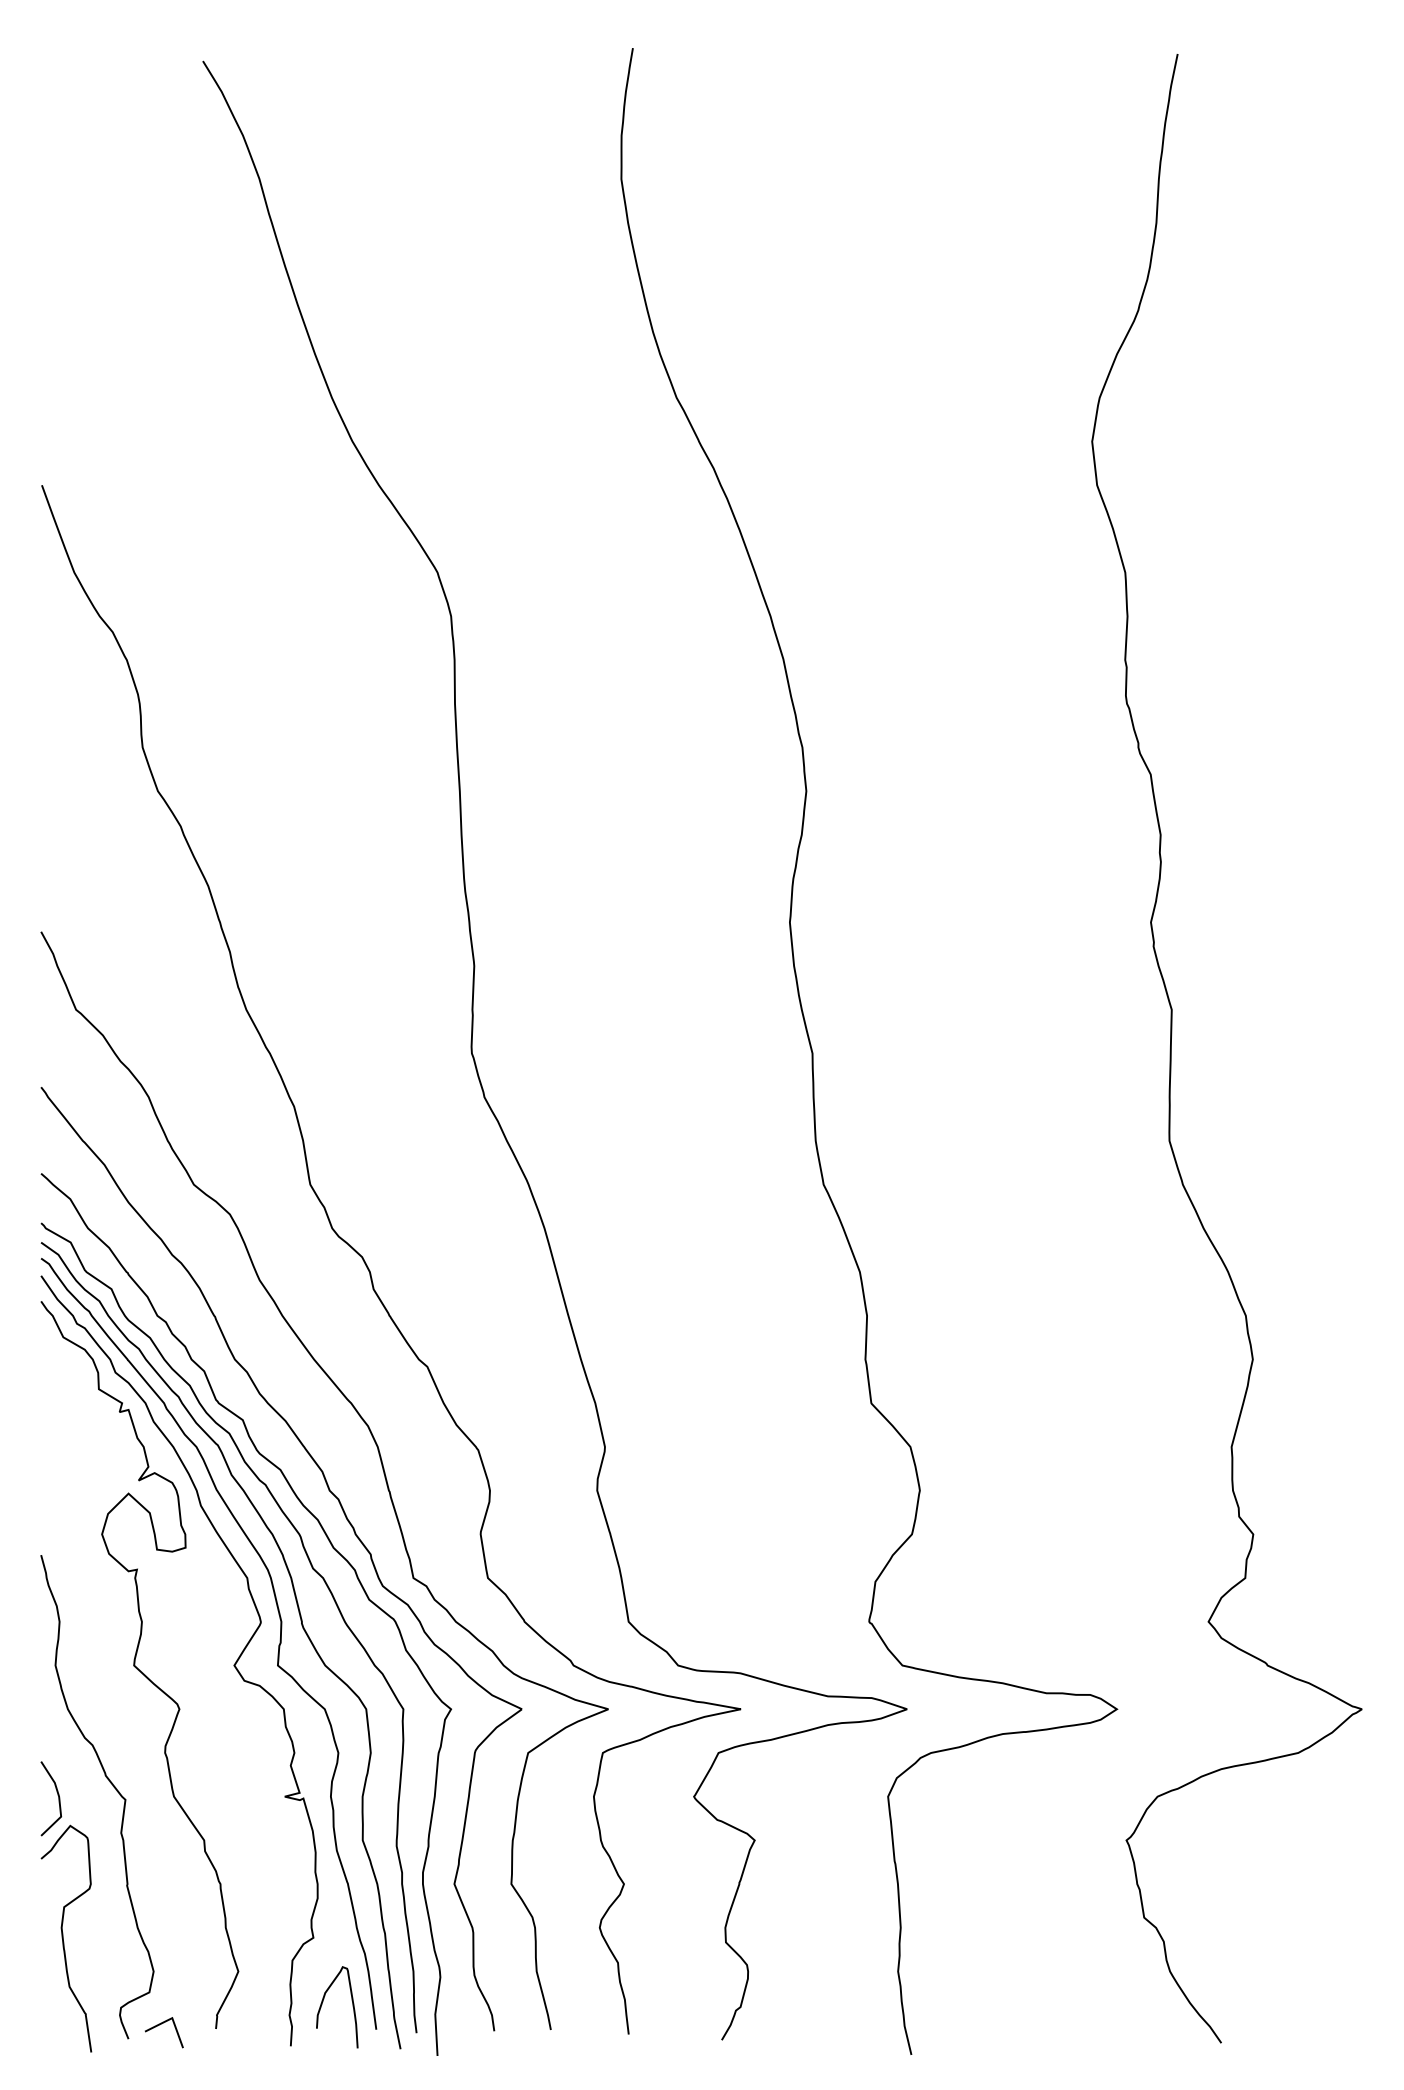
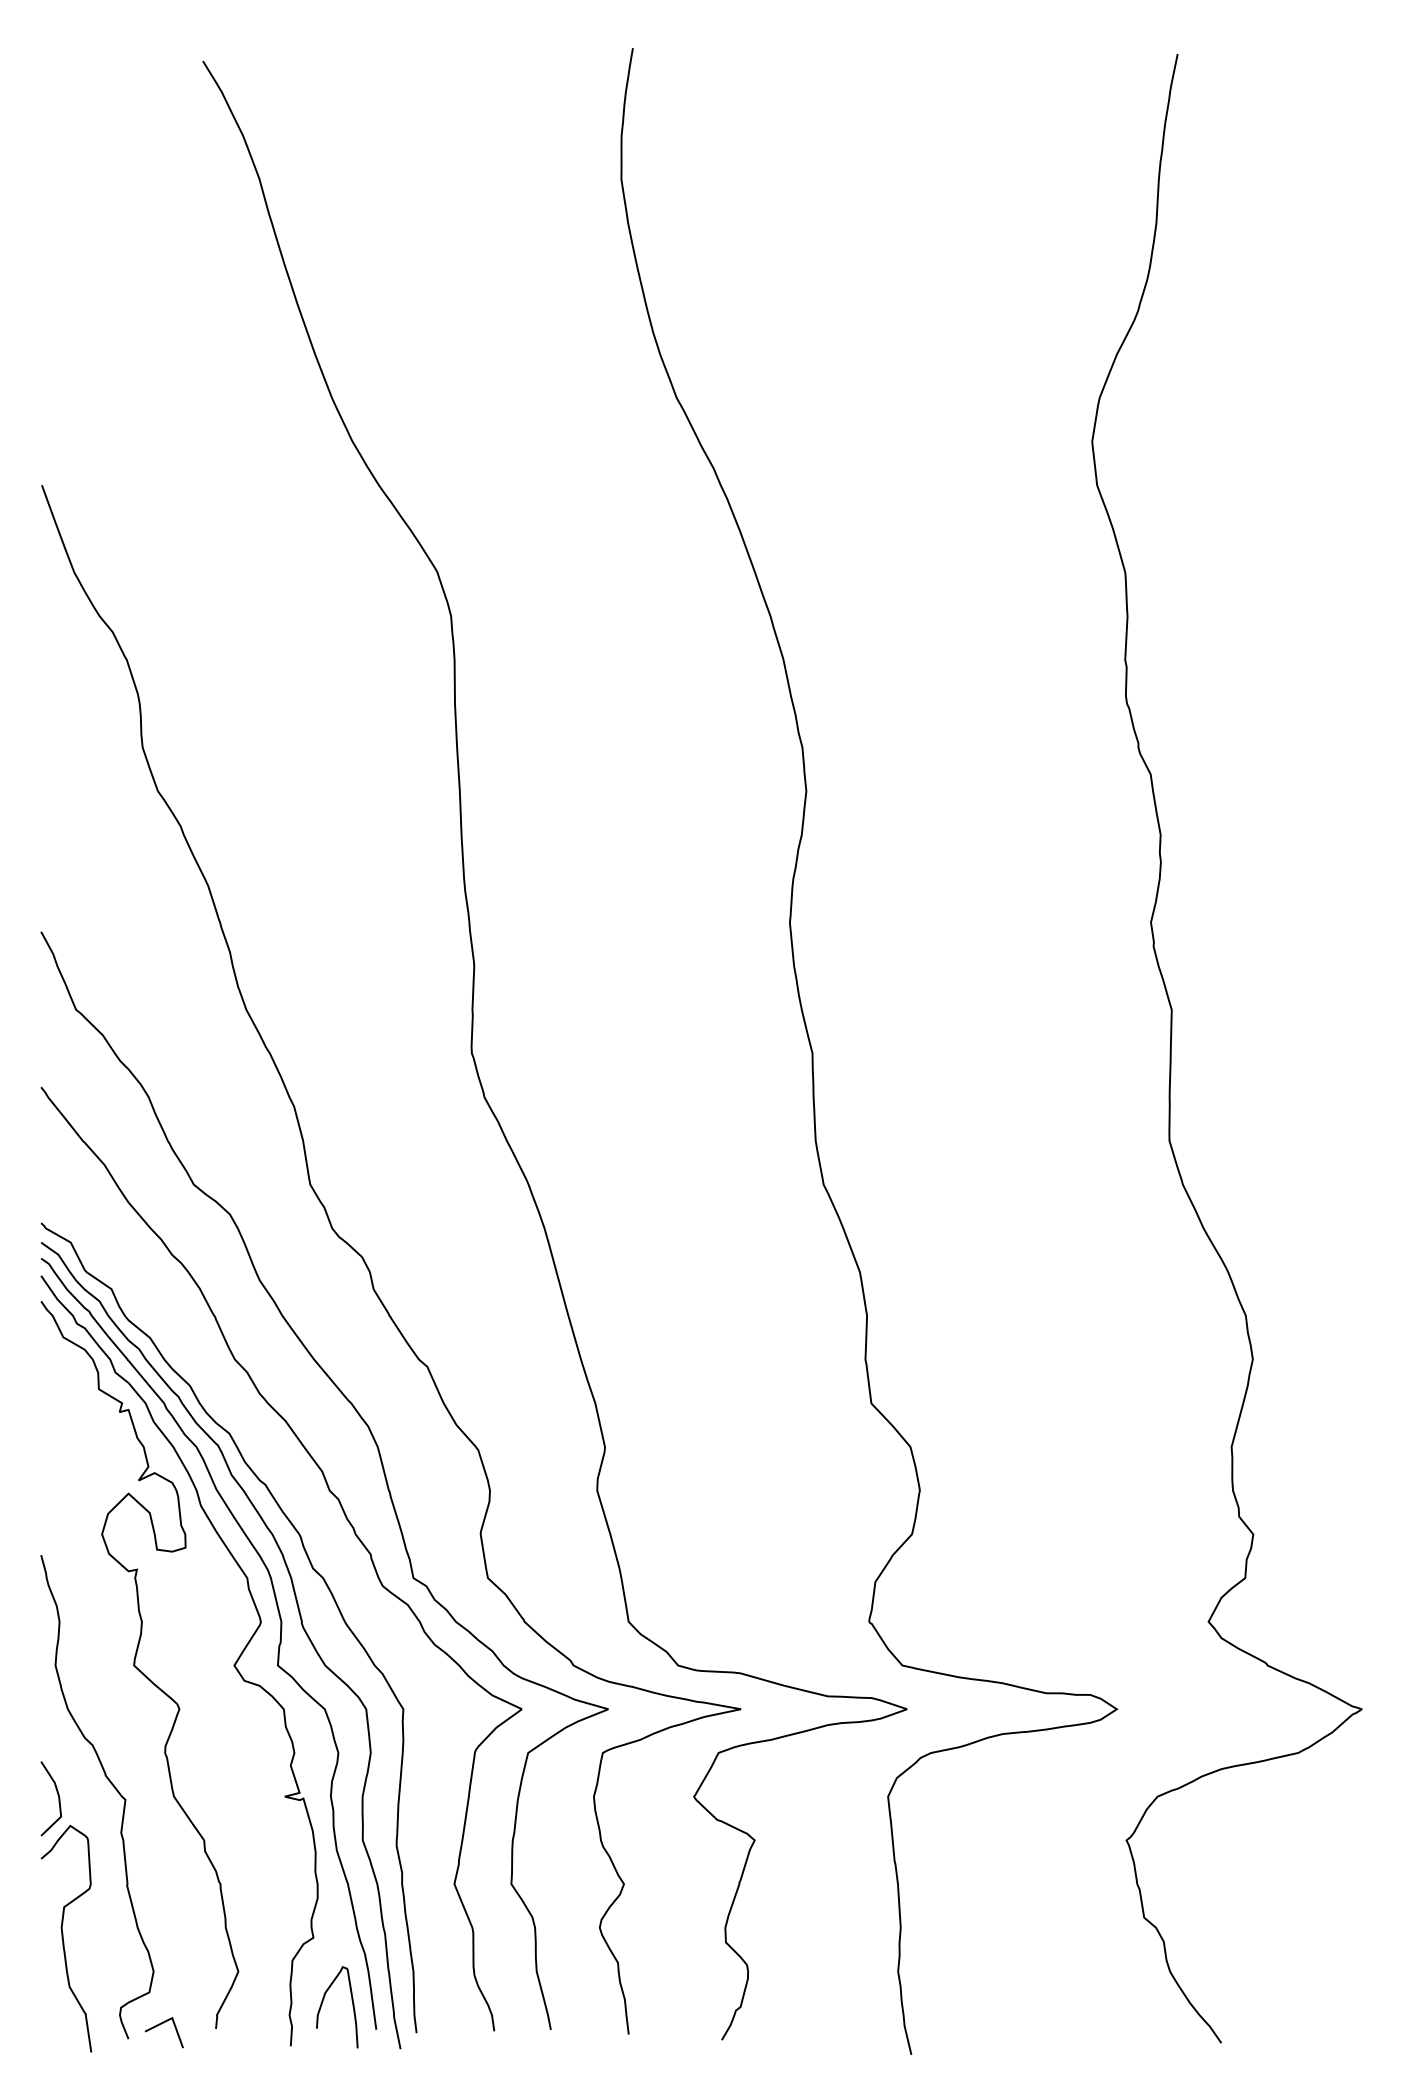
curve at (332, 1548): present -> none
